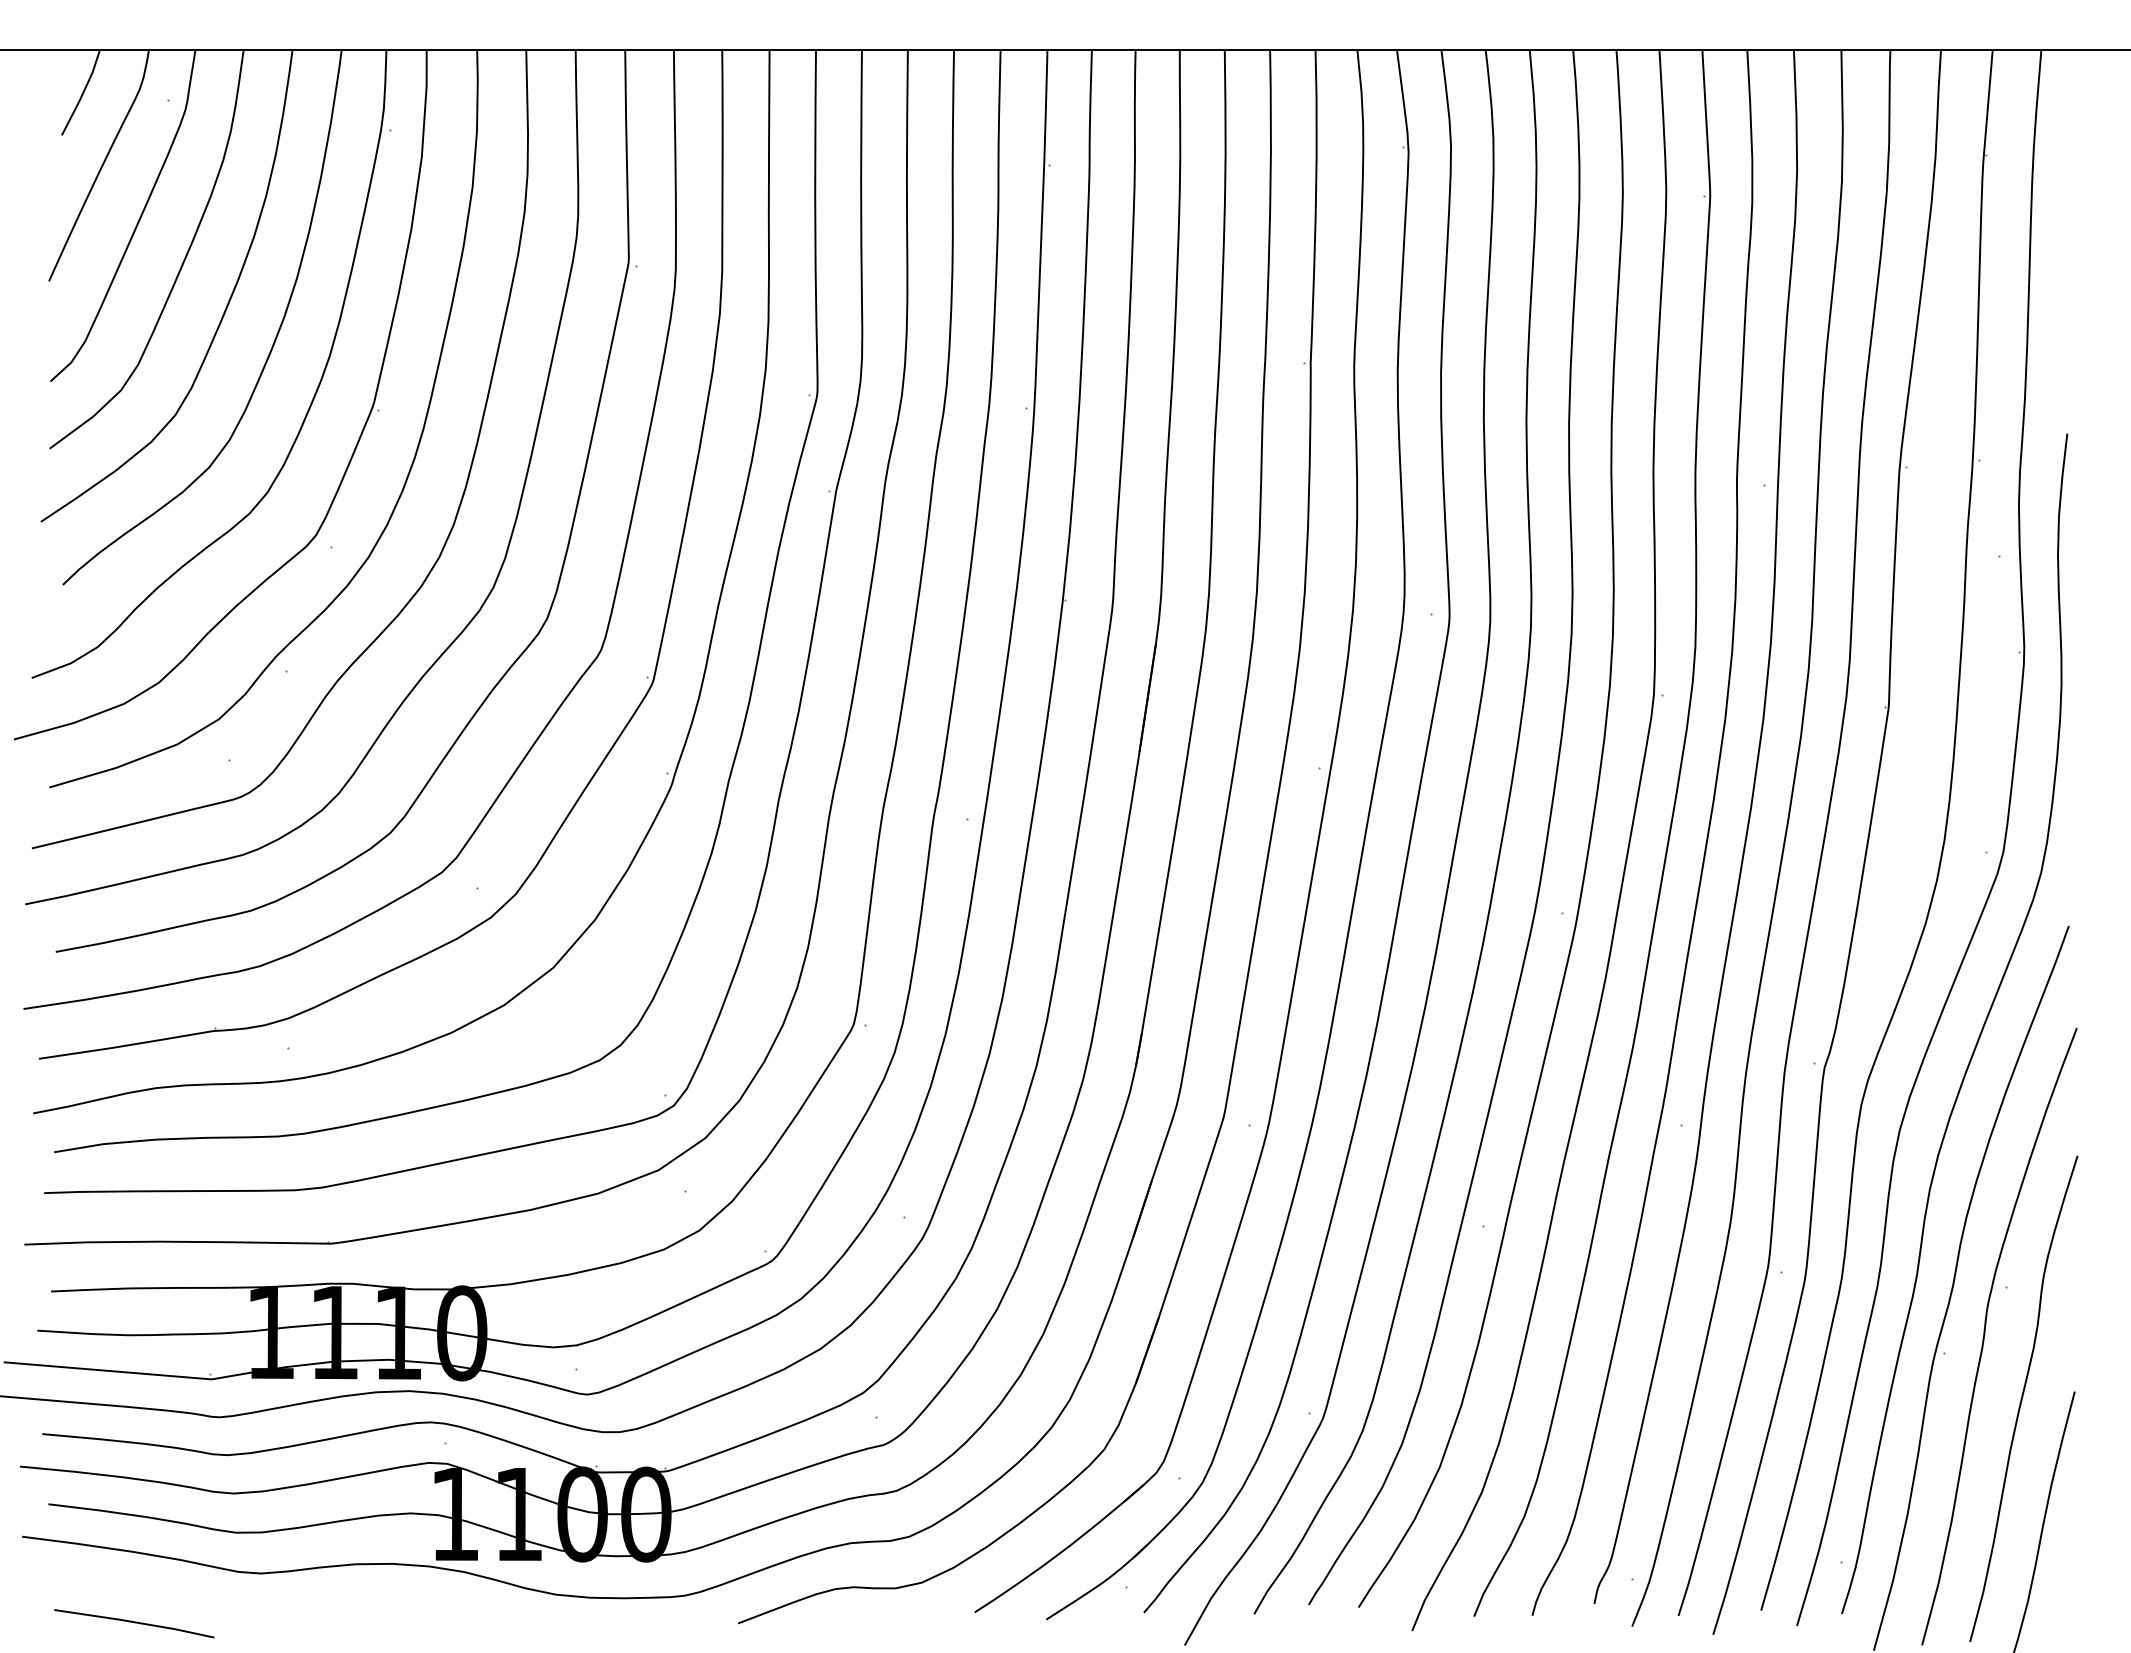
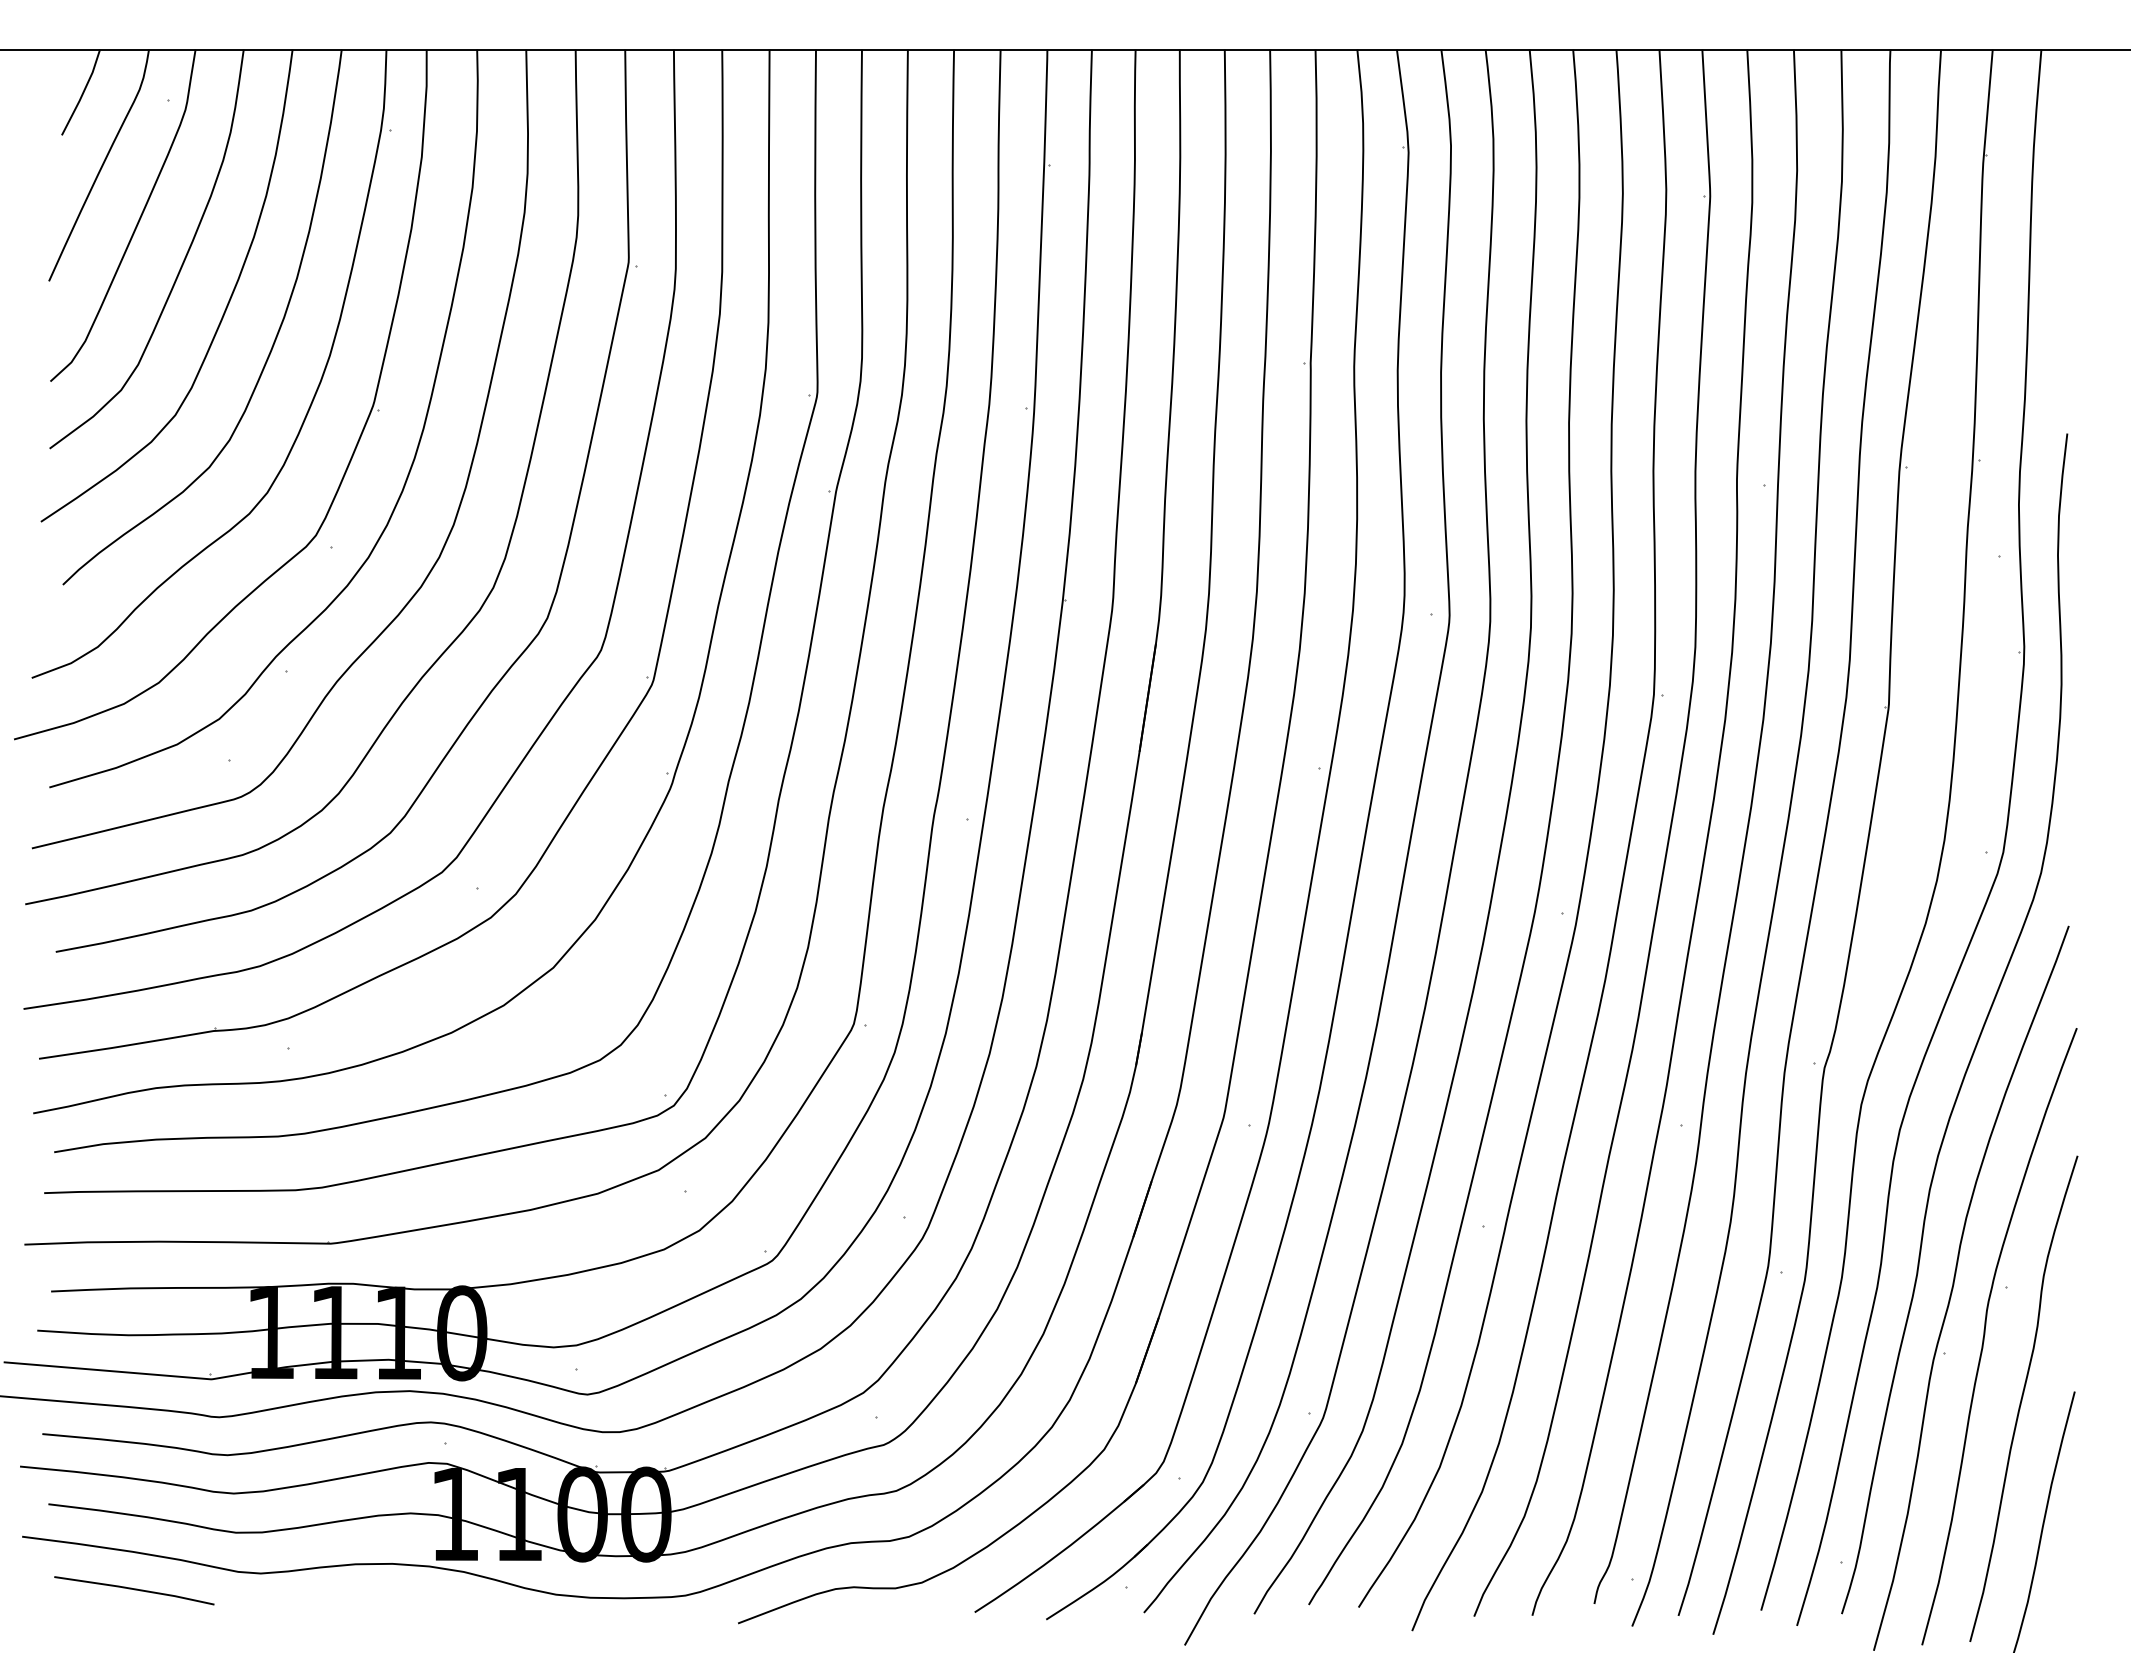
line at (134, 1623) position: (134, 1623) -> (134, 1590)
